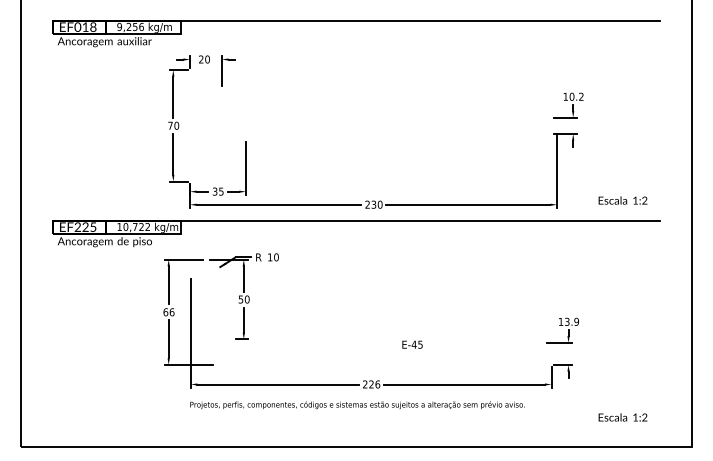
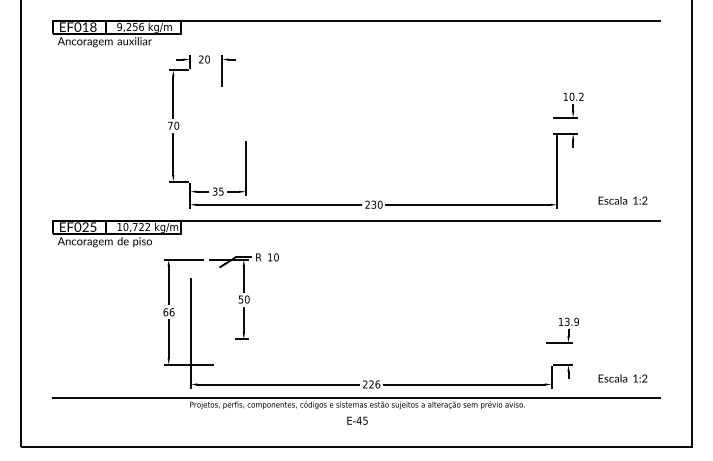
text at (77, 227): EF225 -> EF025
text at (412, 344) position: (412, 344) -> (357, 420)
line at (356, 398): none -> present
text at (622, 417) position: (622, 417) -> (622, 378)
